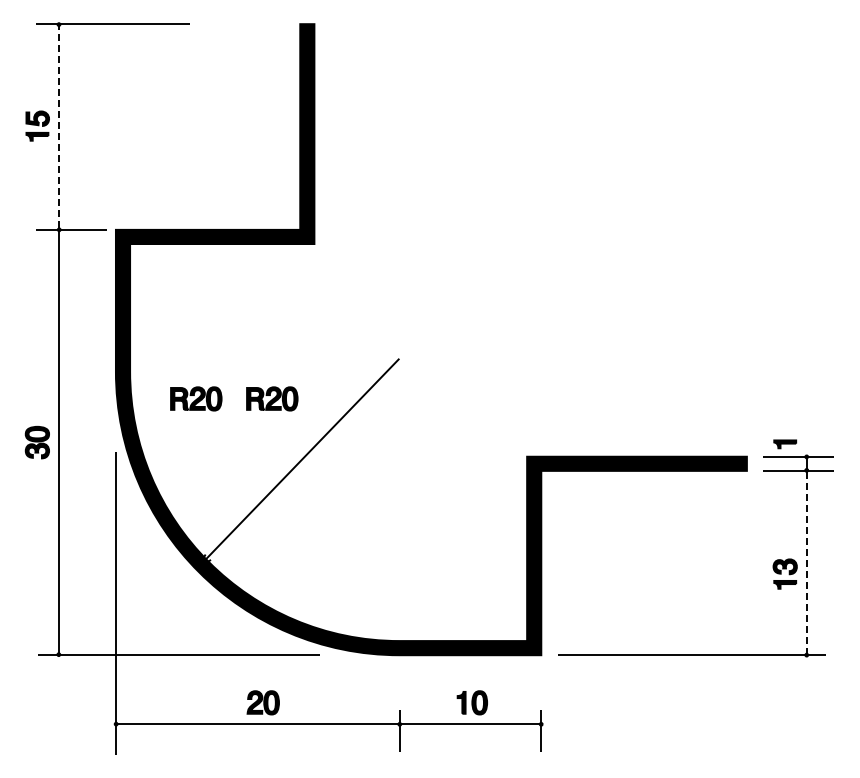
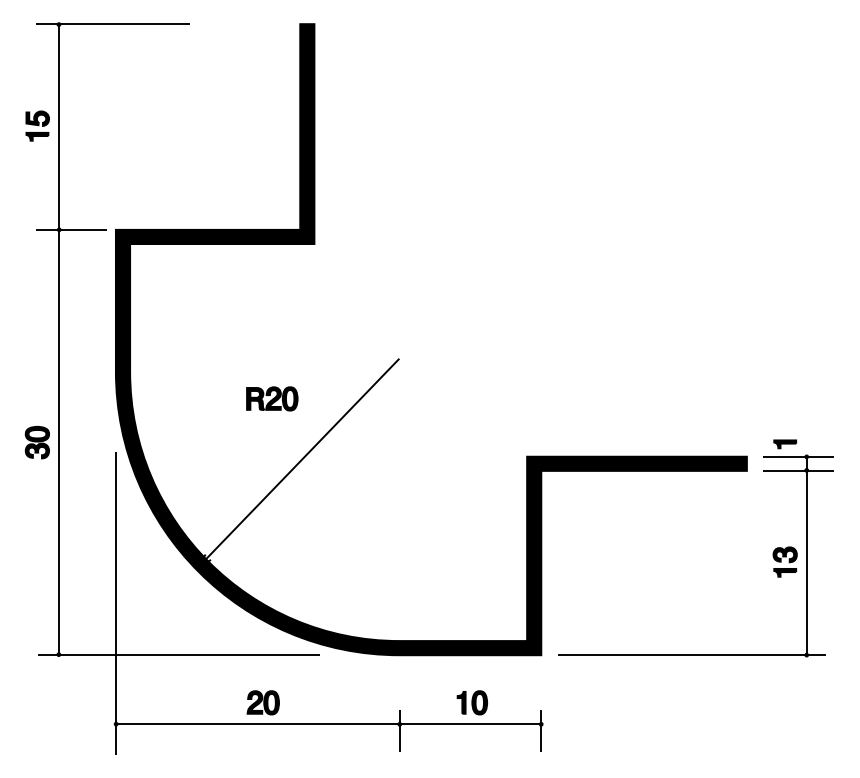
line at (58, 127): dashed -> solid
part at (196, 398): present -> none
line at (806, 562): dashed -> solid
part at (784, 573) position: (784, 573) -> (784, 561)
